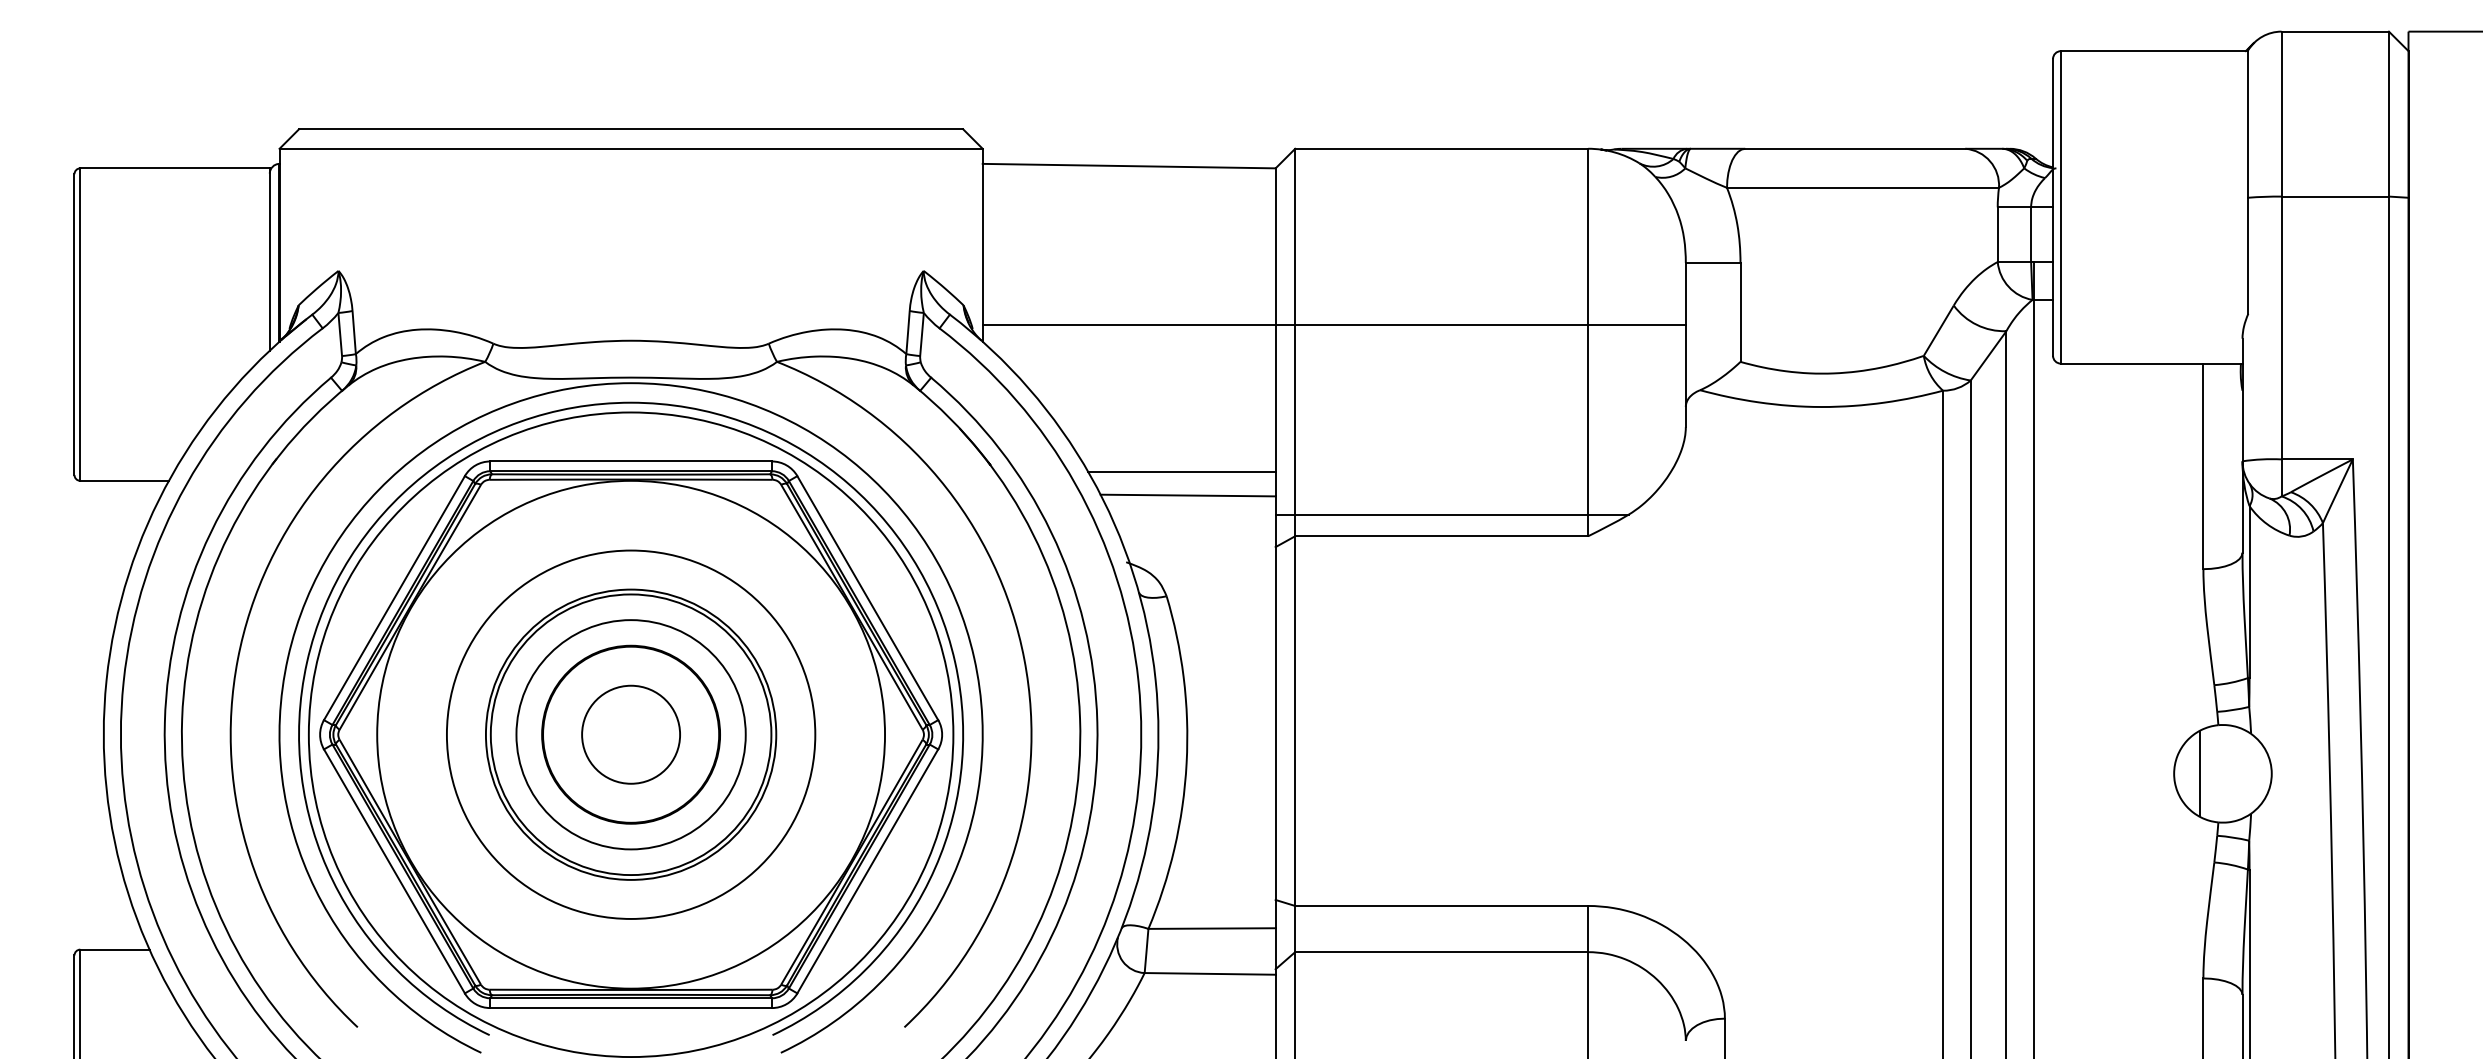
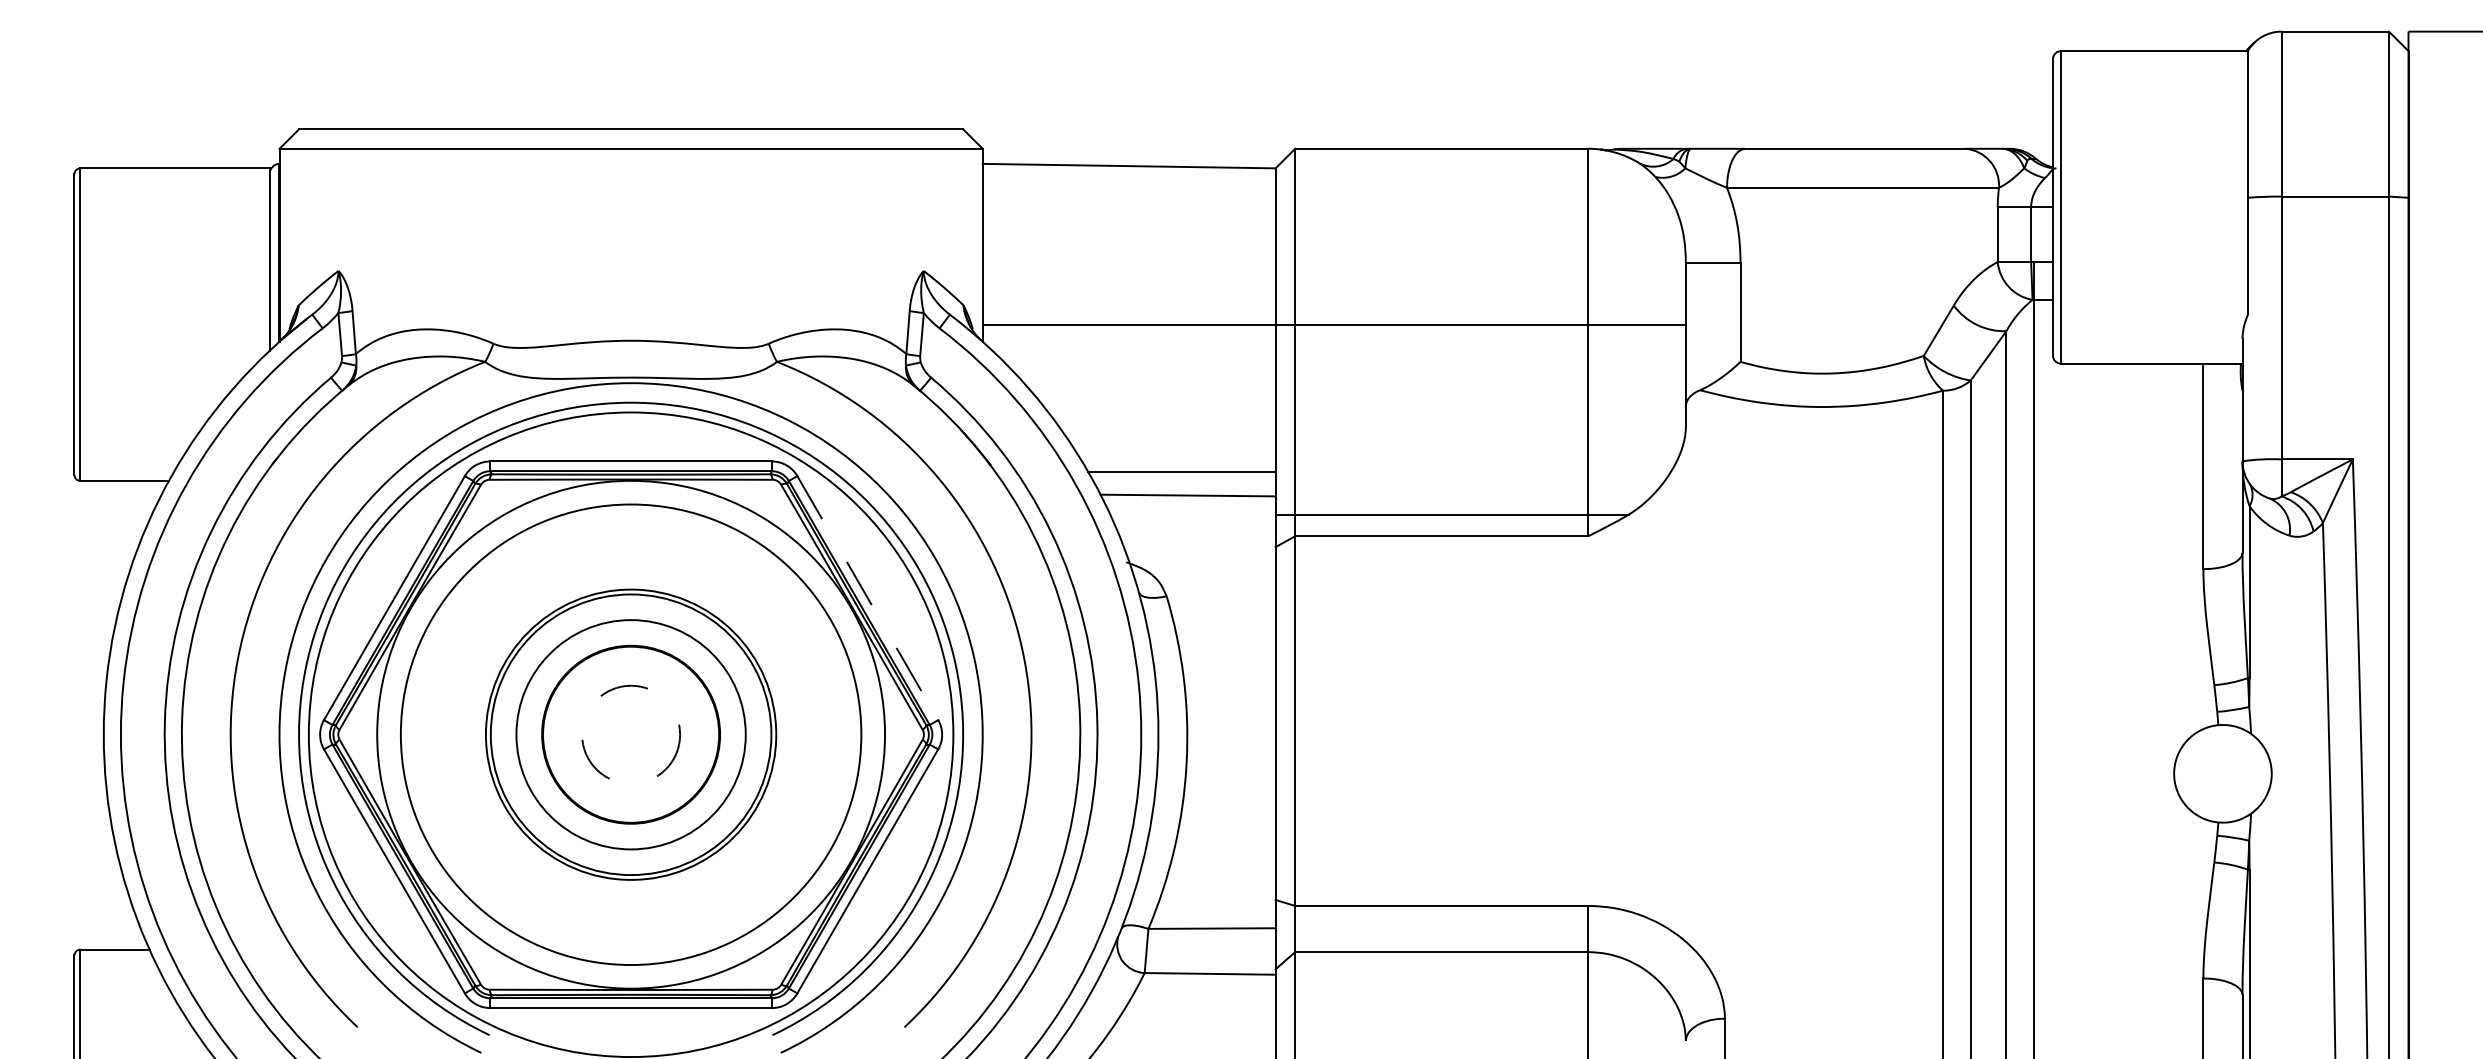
line at (867, 598): solid -> dashed
circle at (630, 734) diameter: 368 px -> 461 px
circle at (631, 734): solid -> dashed
line at (2199, 773): present -> none
